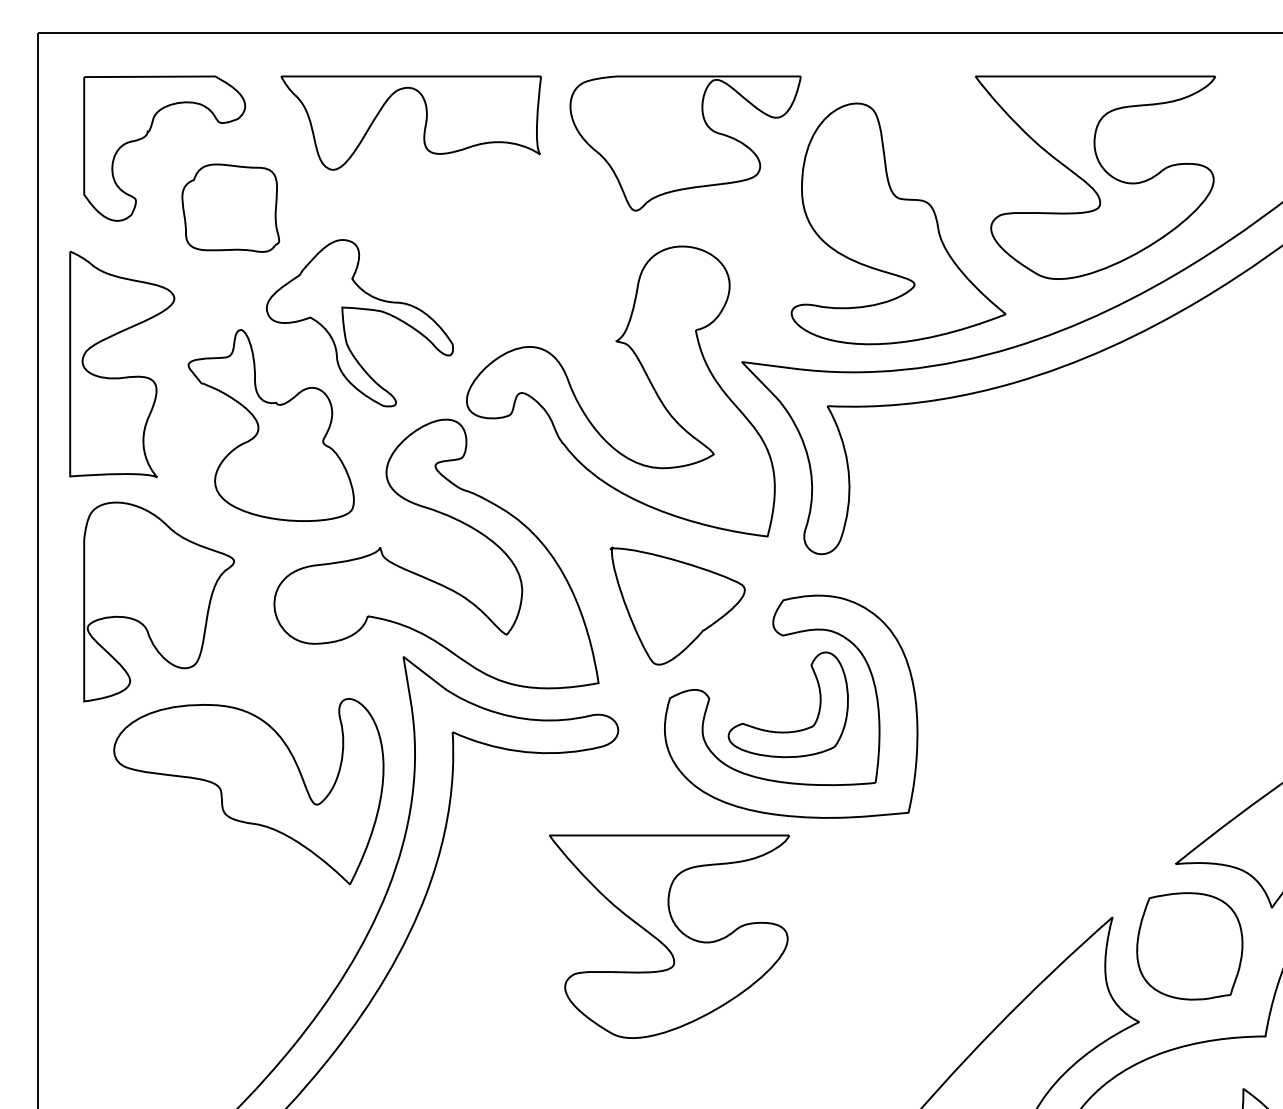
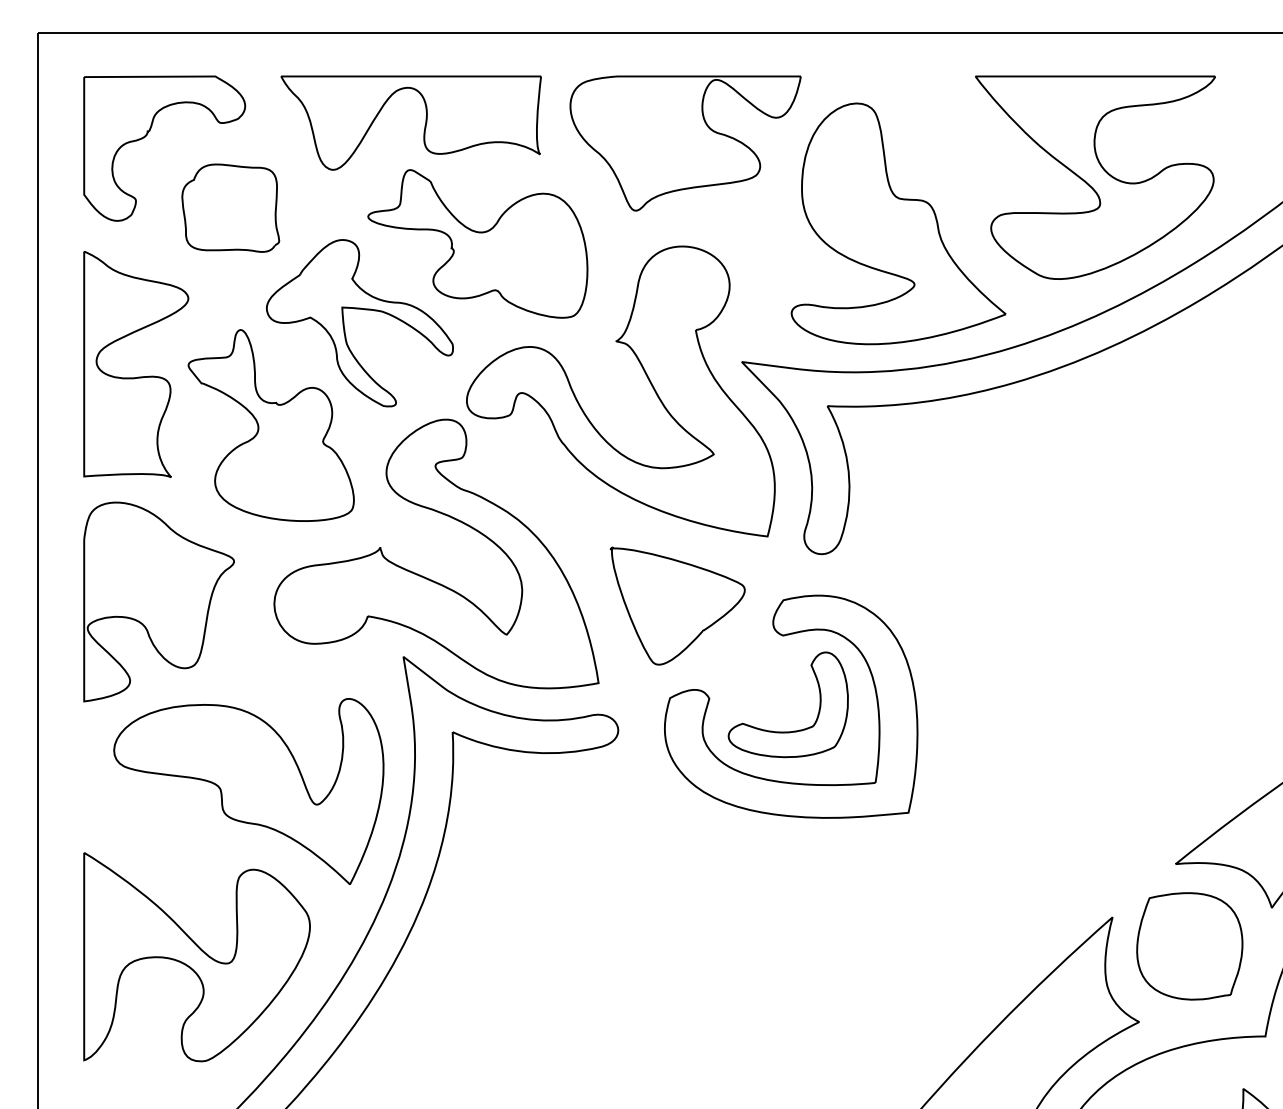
part at (477, 243): none -> present
part at (124, 376) position: (124, 376) -> (138, 376)
part at (669, 936): present -> none
part at (196, 957): none -> present
